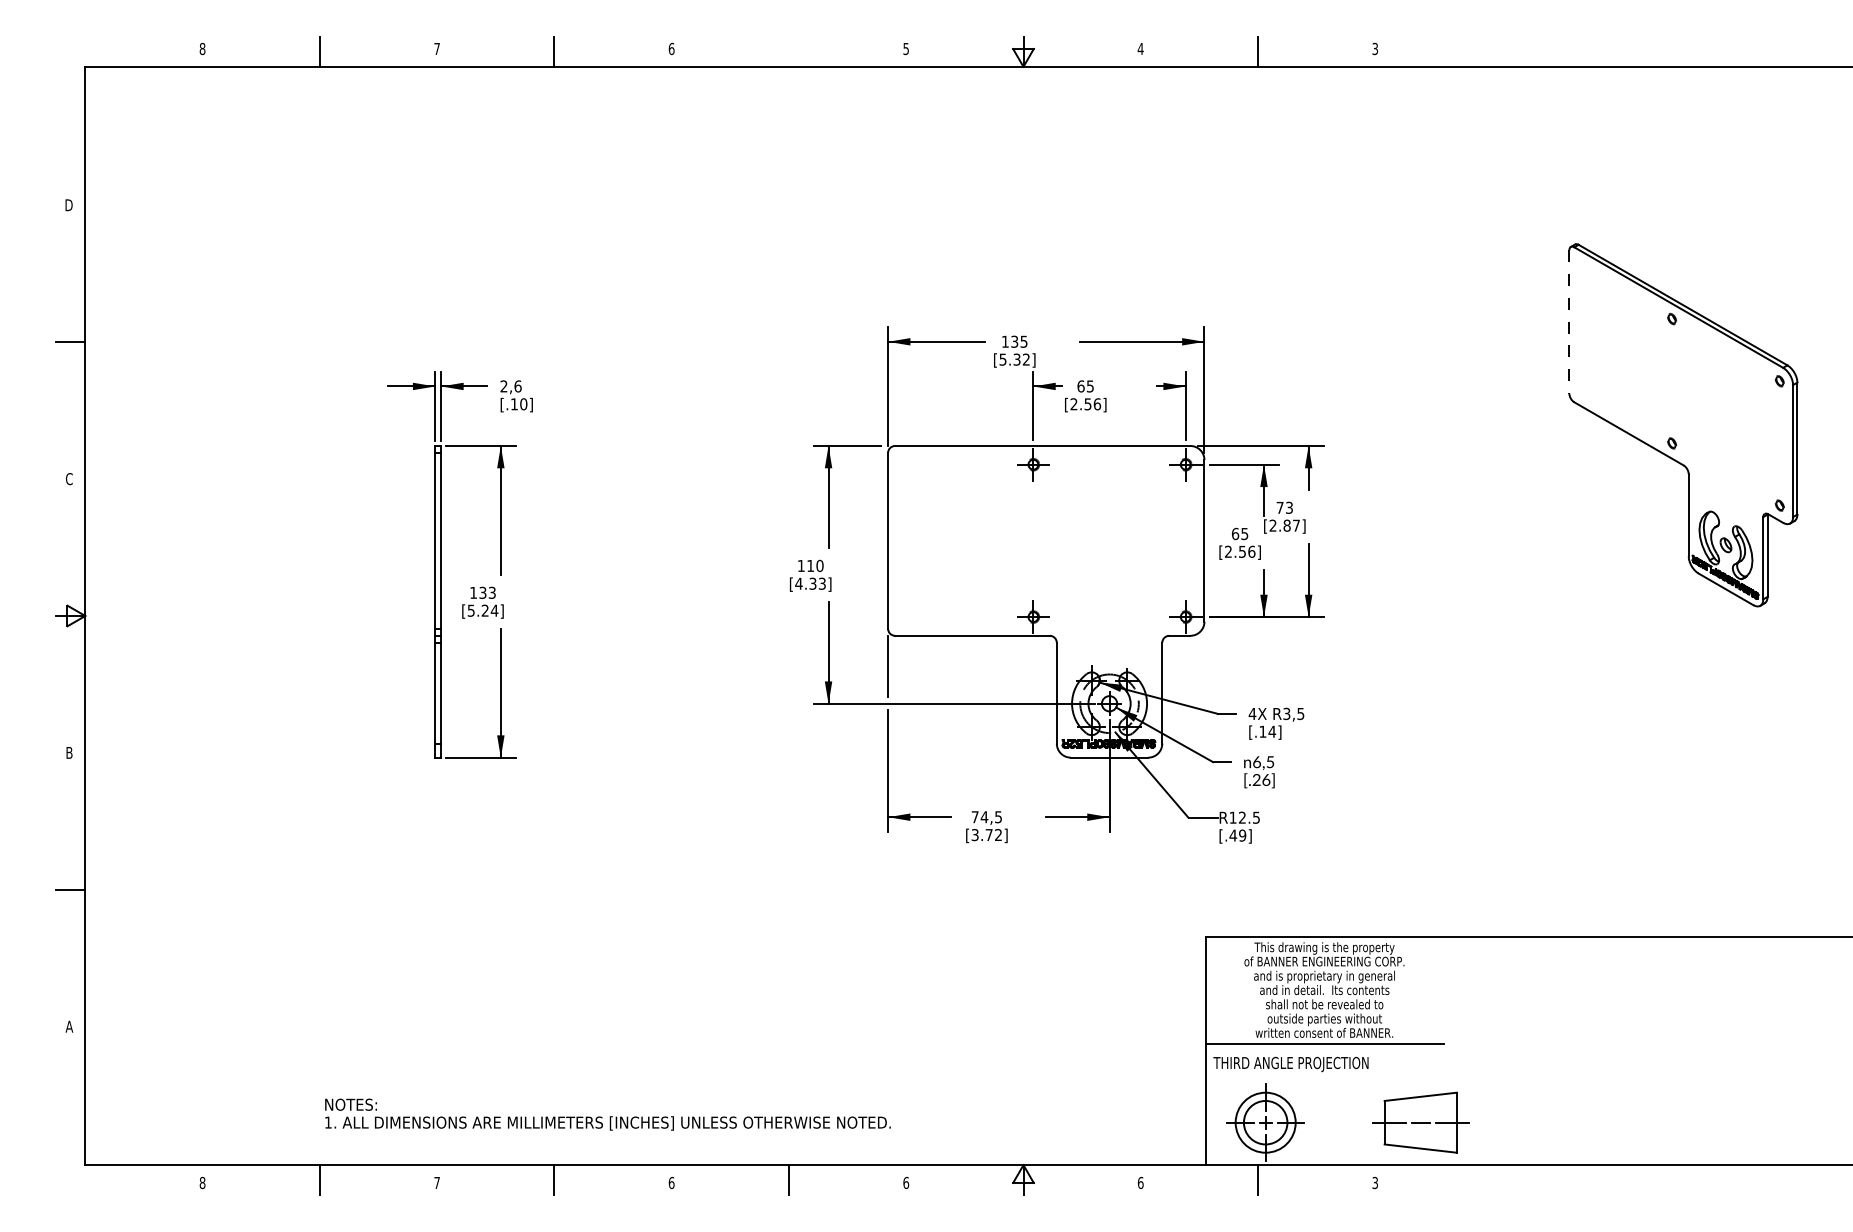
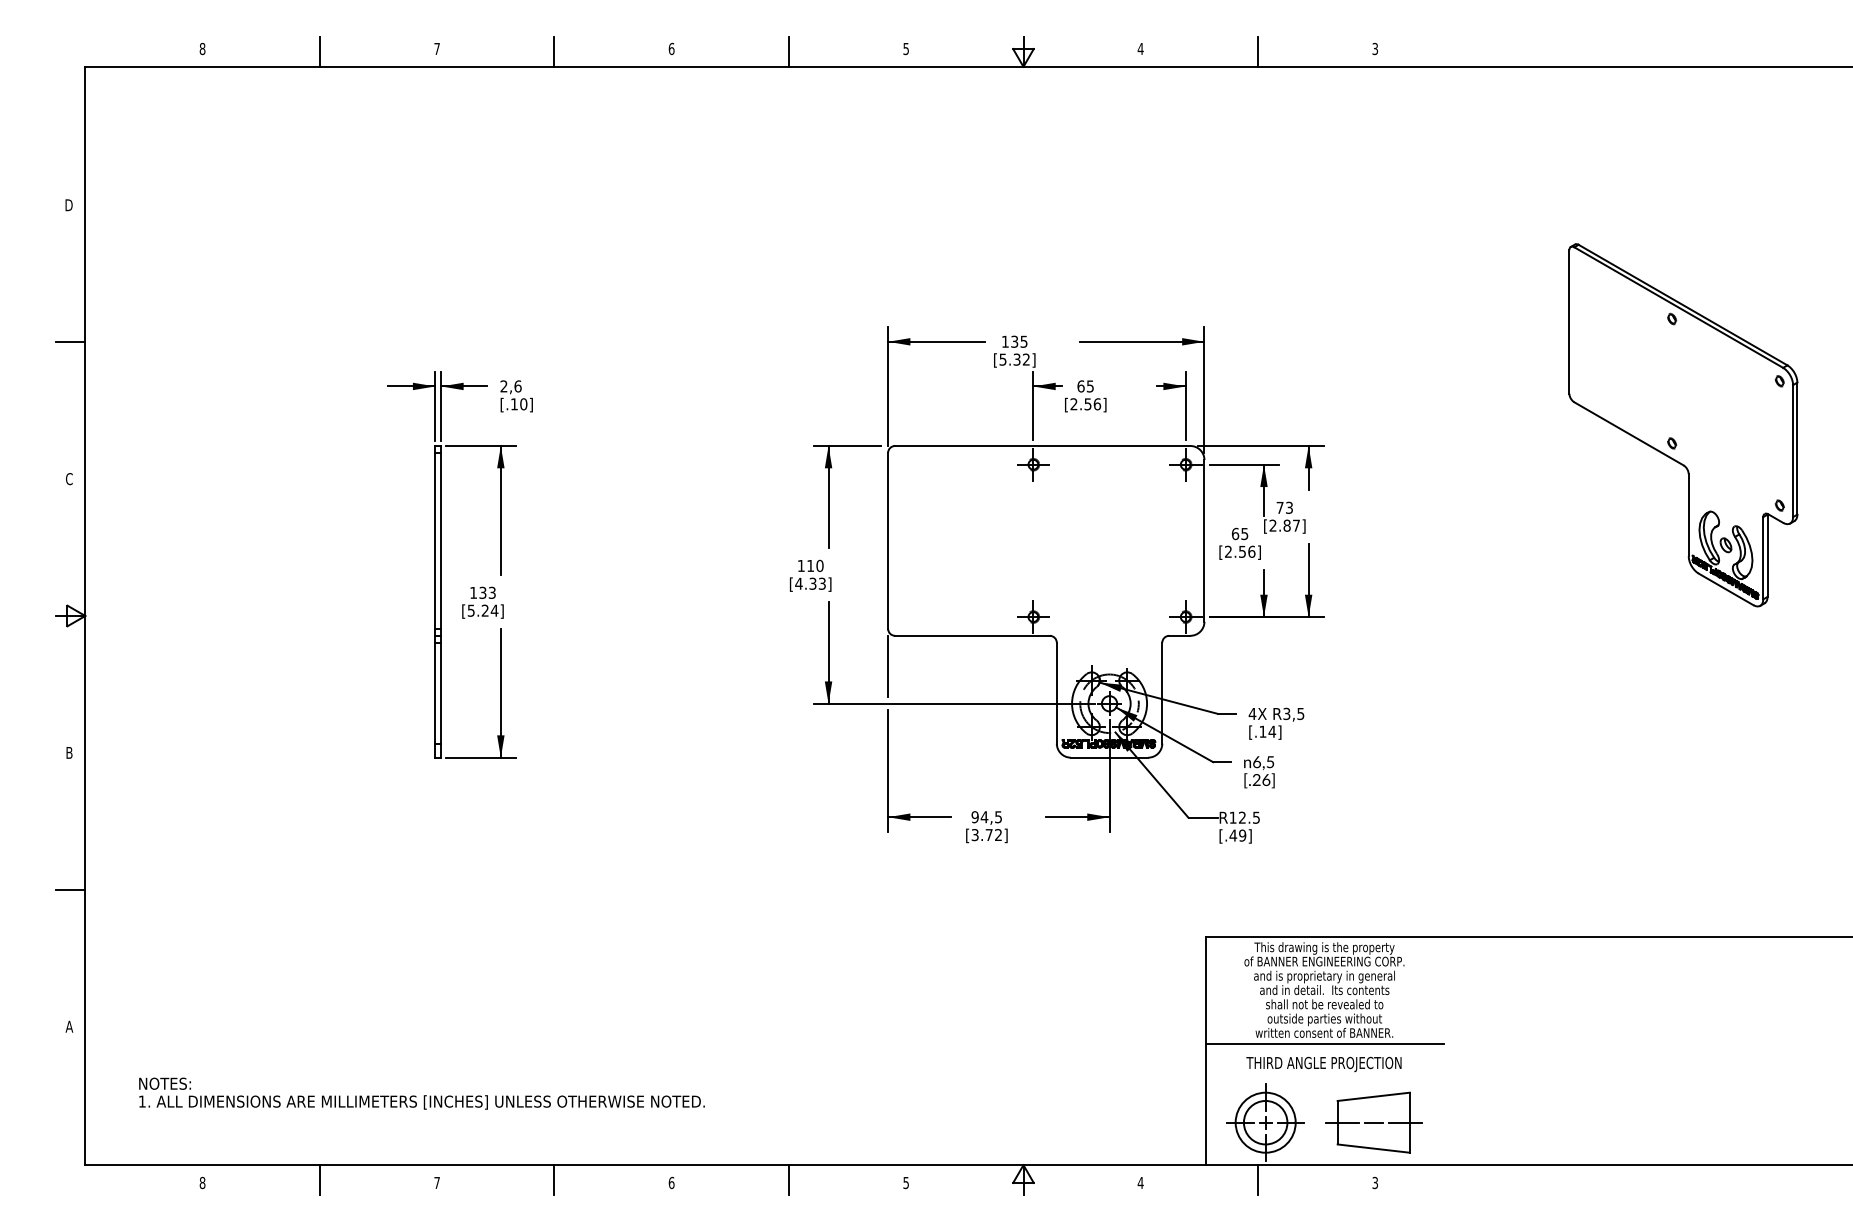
line at (788, 51): none -> present
line at (1569, 321): dashed -> solid
text at (974, 817): 74,5 -> 94,5
text at (1290, 1064) position: (1290, 1064) -> (1323, 1064)
text at (607, 1114) position: (607, 1114) -> (421, 1093)
part at (1420, 1122) position: (1420, 1122) -> (1373, 1122)
text at (906, 1182): 6 -> 5
text at (1140, 1182): 6 -> 4
